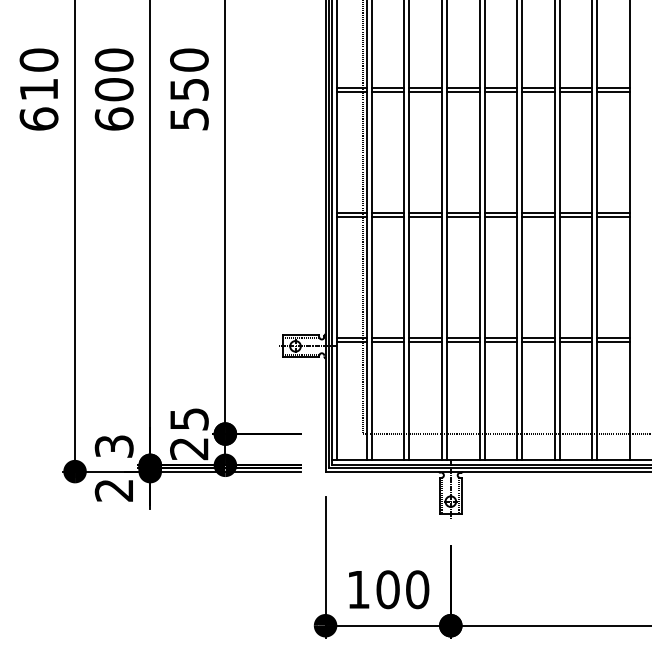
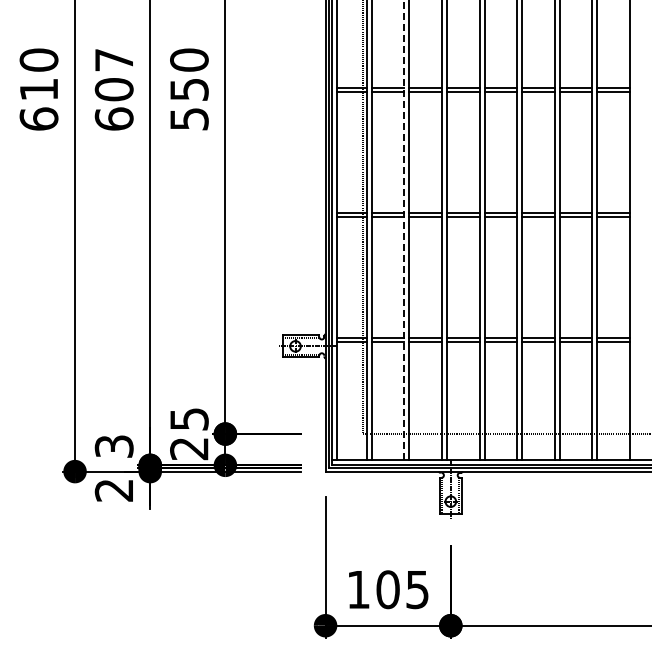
text at (113, 59): 600 -> 607
line at (404, 230): solid -> dashed
text at (417, 589): 100 -> 105
